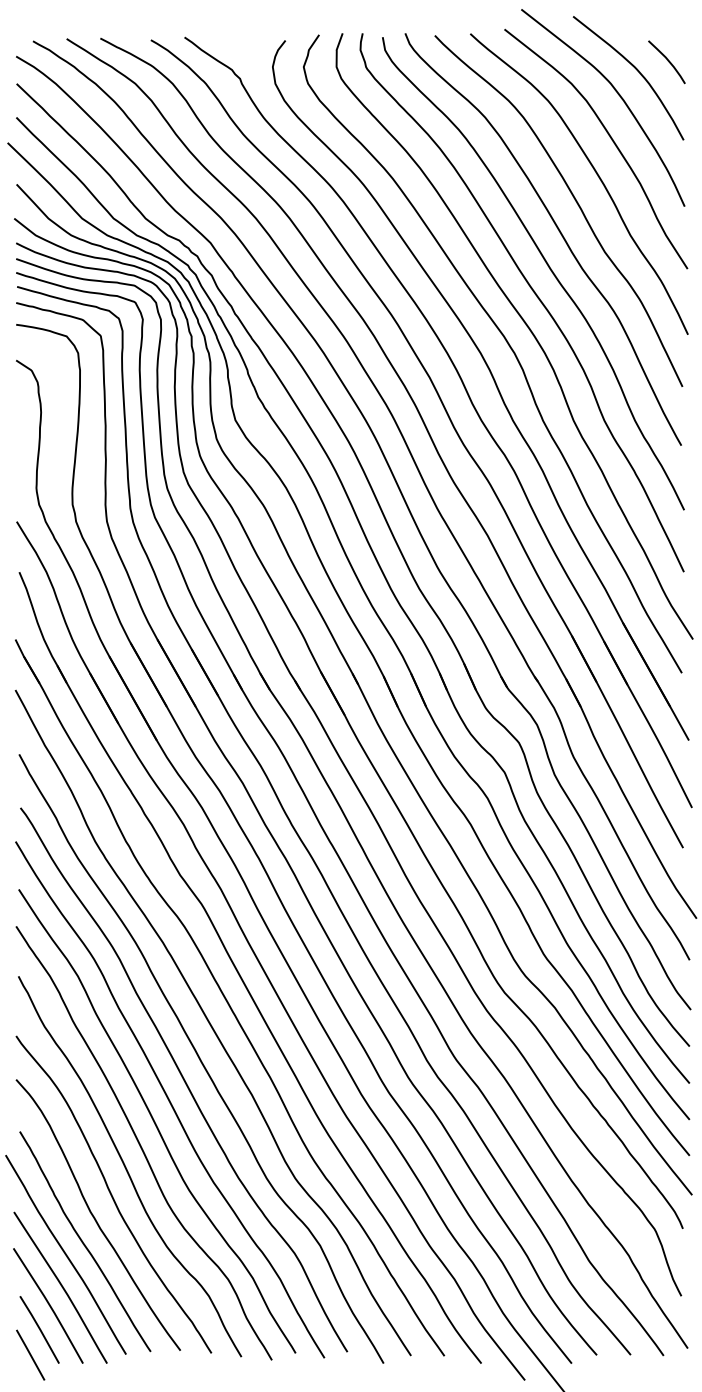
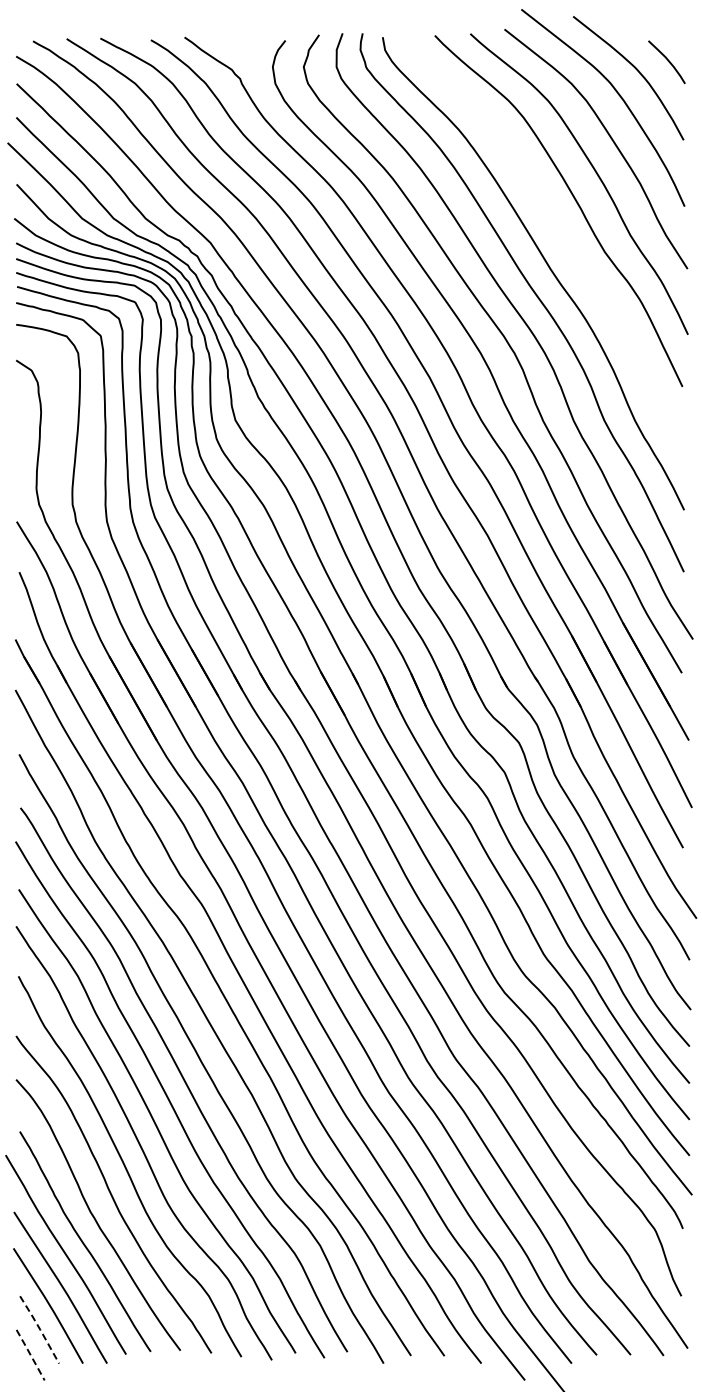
curve at (558, 231): present -> none
line at (40, 1329): solid -> dashed
line at (30, 1354): solid -> dashed
